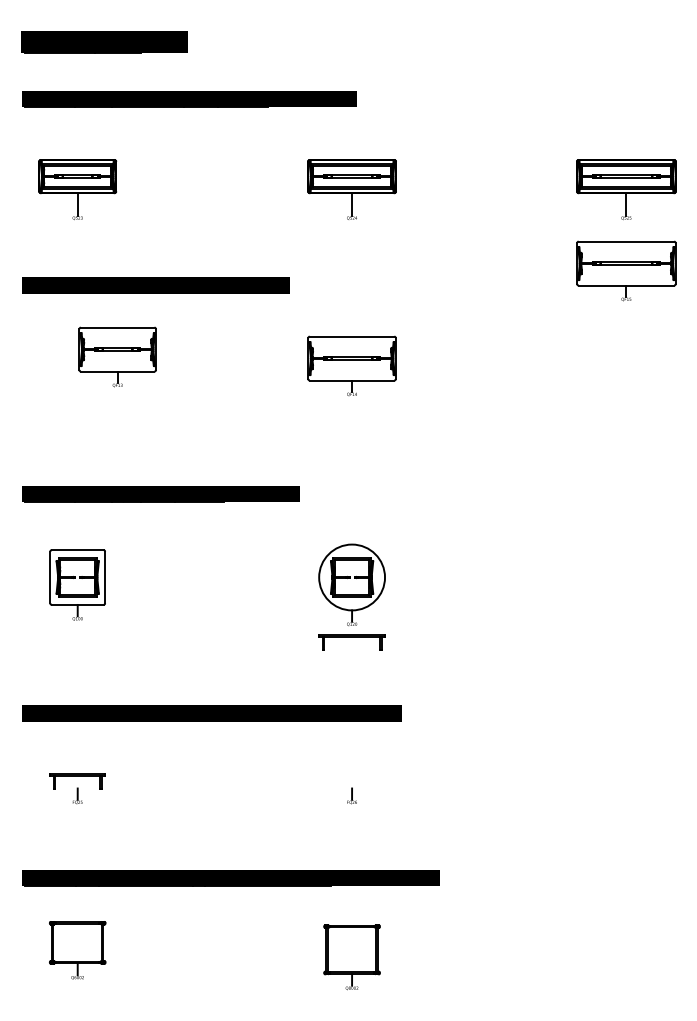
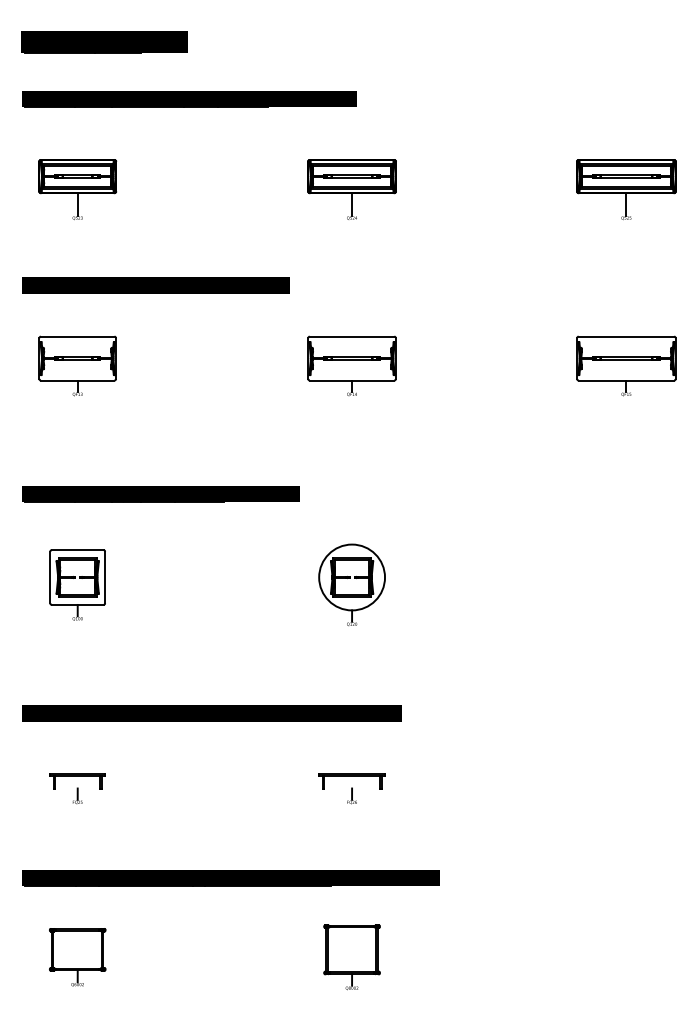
part at (626, 270) position: (626, 270) -> (626, 365)
part at (117, 356) position: (117, 356) -> (77, 365)
part at (351, 642) position: (351, 642) -> (351, 781)
part at (77, 950) position: (77, 950) -> (77, 957)
